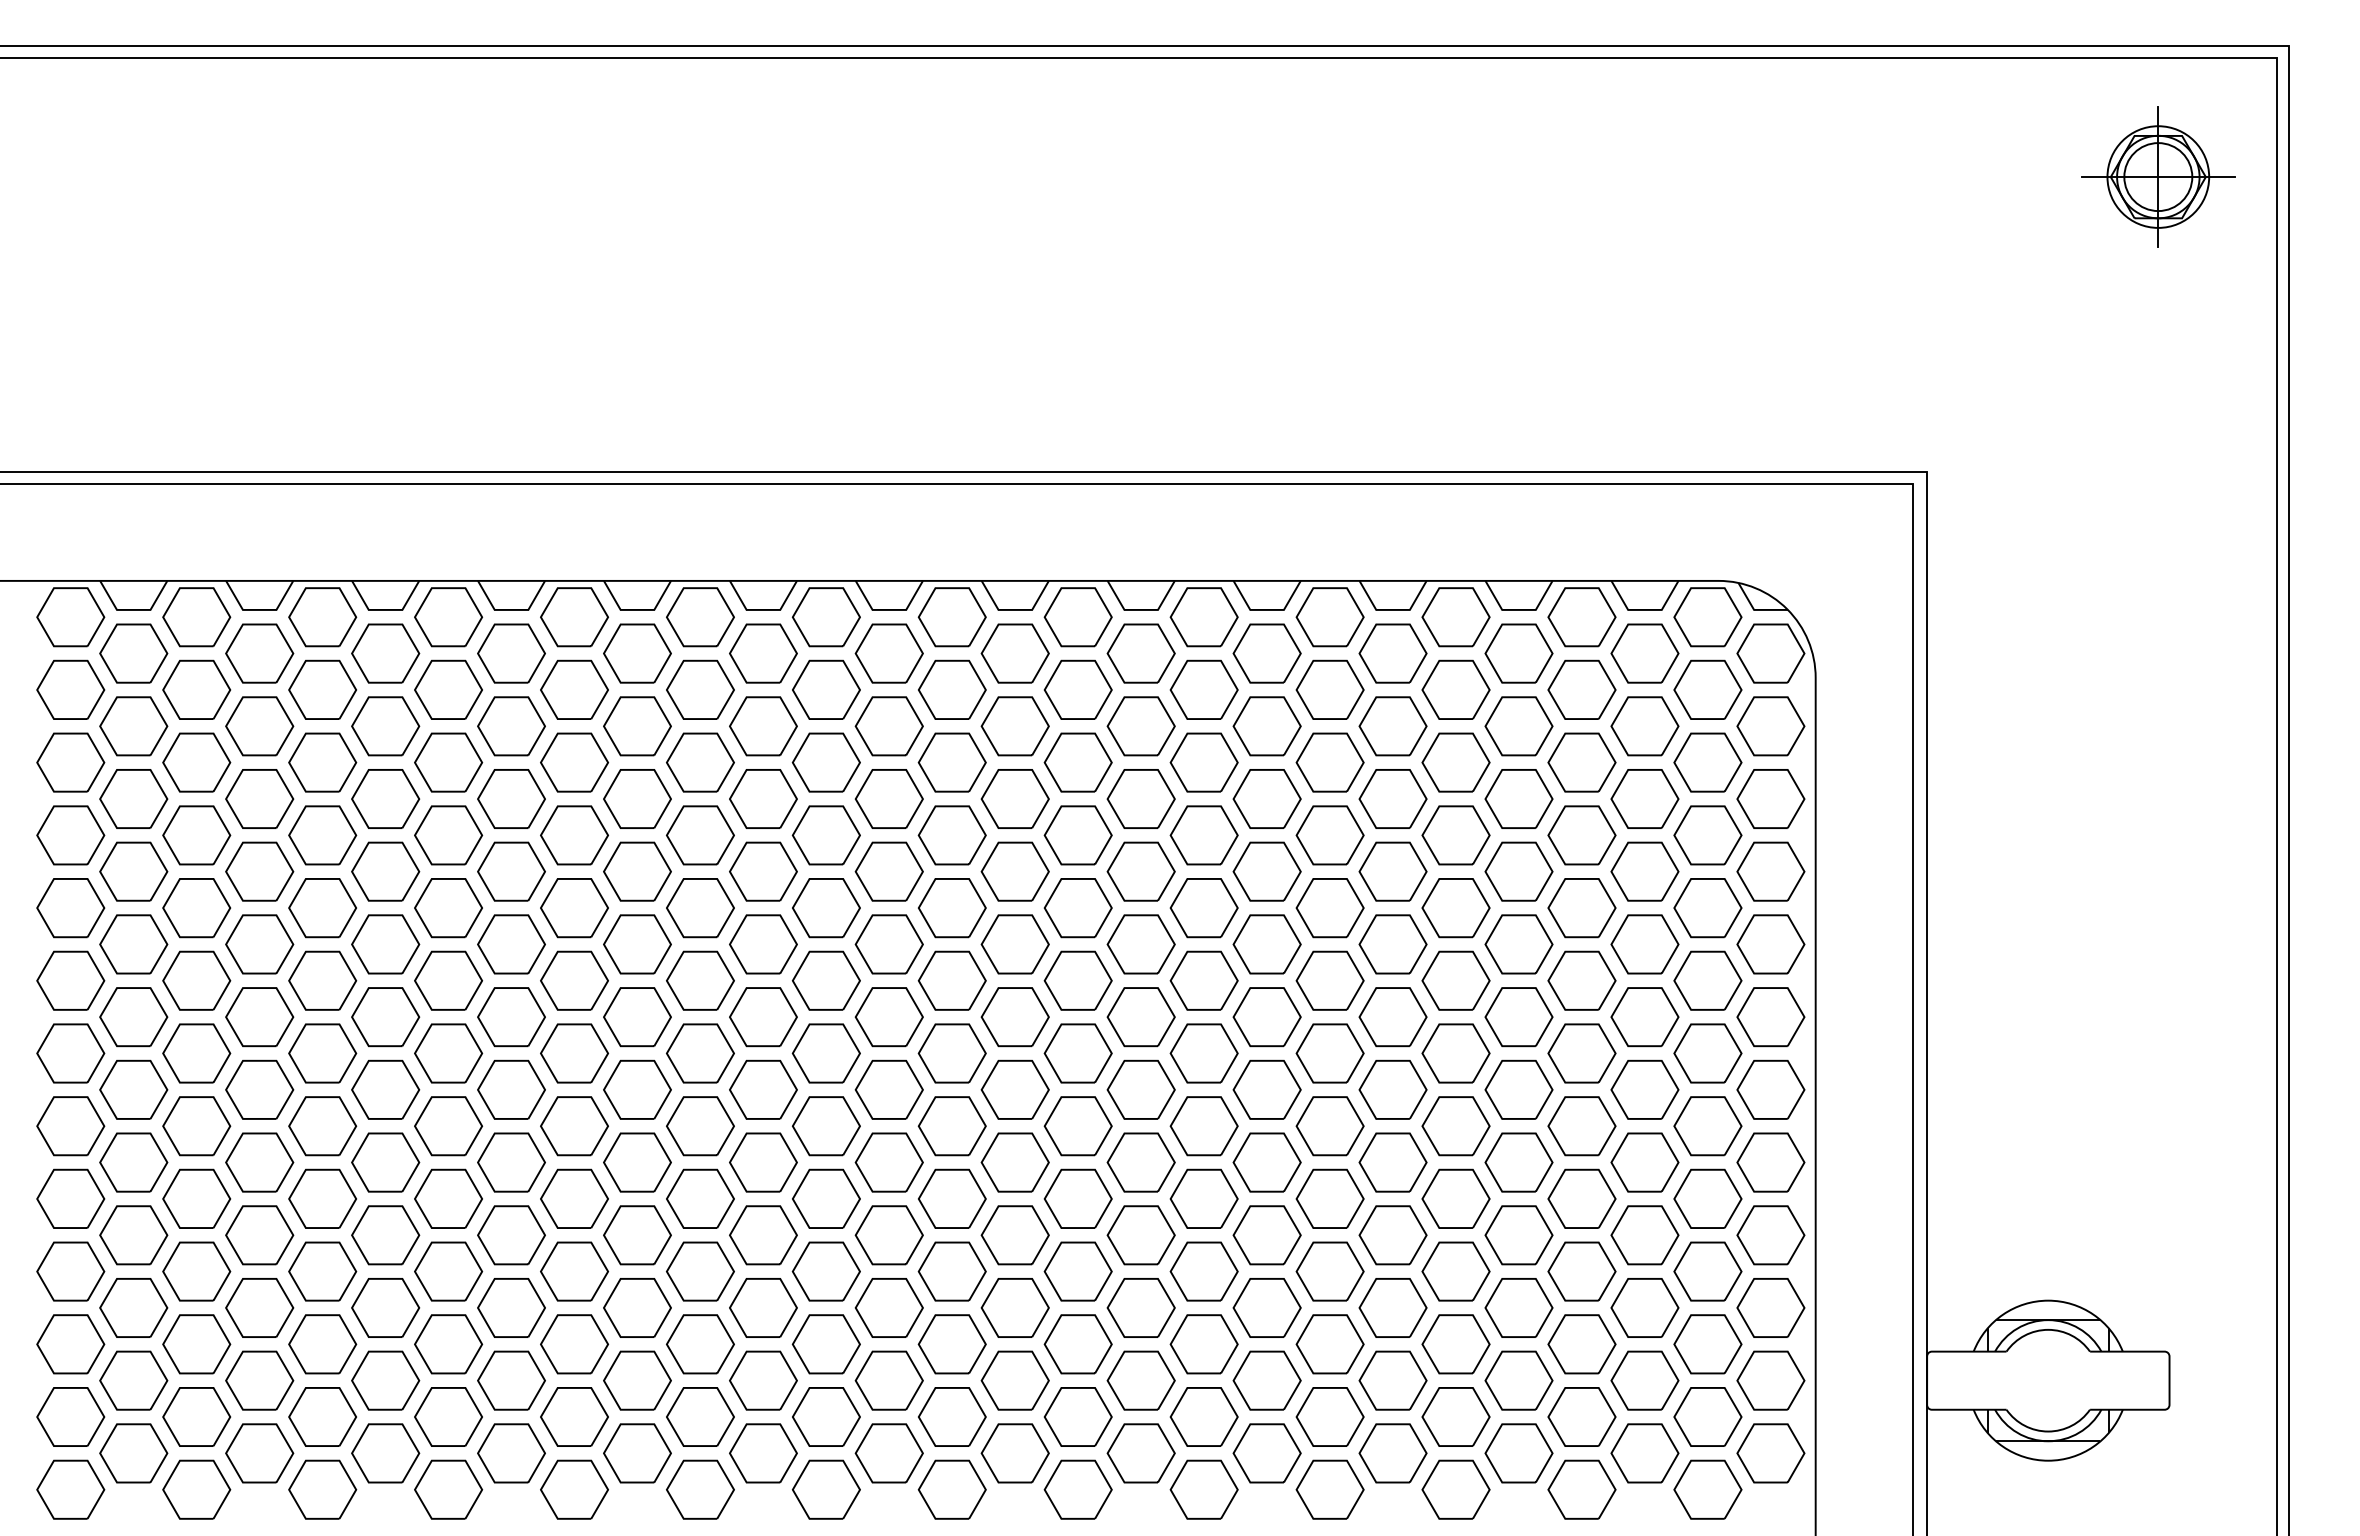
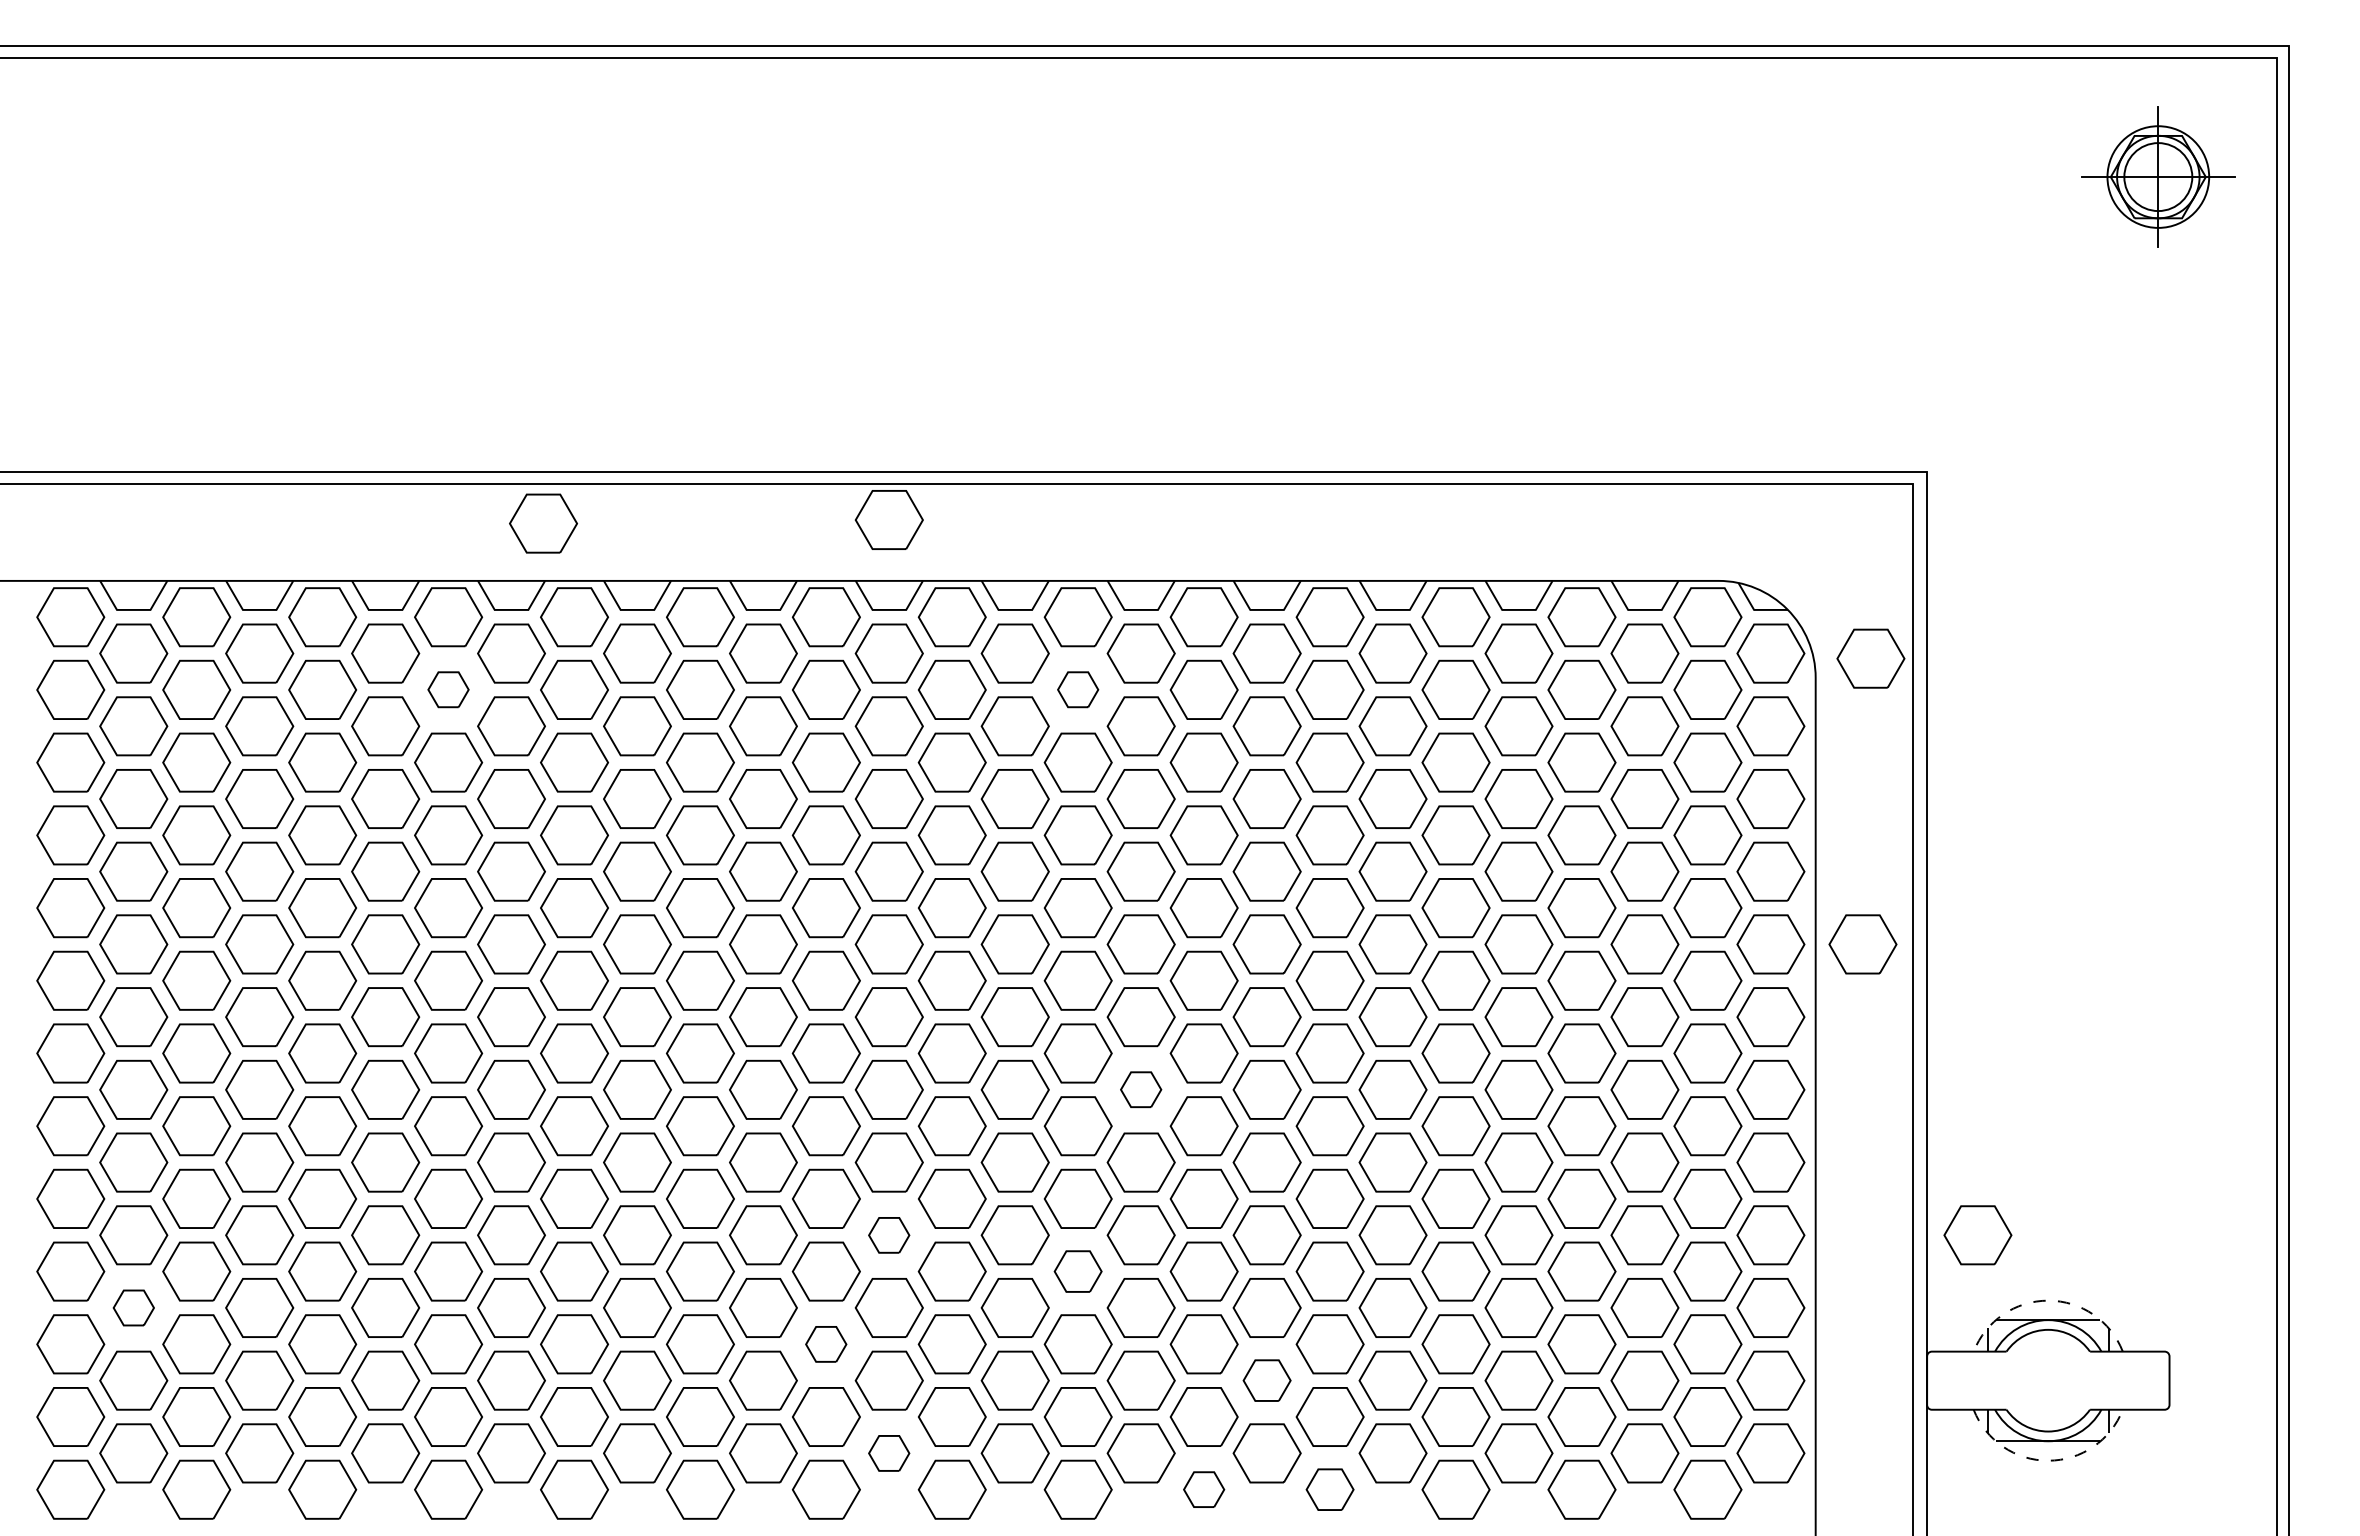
part at (888, 519): none -> present
part at (543, 523): none -> present
part at (1870, 658): none -> present
part at (448, 689) size: 69x61 px -> 43x38 px
part at (1077, 689) size: 70x61 px -> 43x38 px
part at (1862, 944): none -> present
part at (1140, 1089) size: 70x61 px -> 43x38 px
part at (888, 1235) size: 70x61 px -> 43x37 px
part at (1977, 1235): none -> present
part at (1077, 1271) size: 70x61 px -> 50x43 px
arc at (2048, 1300): solid -> dashed
part at (133, 1307) size: 70x60 px -> 43x38 px
part at (825, 1344) size: 70x61 px -> 43x37 px
part at (1266, 1380) size: 70x61 px -> 50x43 px
part at (888, 1453) size: 70x61 px -> 43x37 px
arc at (2048, 1460): solid -> dashed
part at (1203, 1489) size: 70x61 px -> 43x37 px
part at (1329, 1489) size: 70x61 px -> 50x43 px
